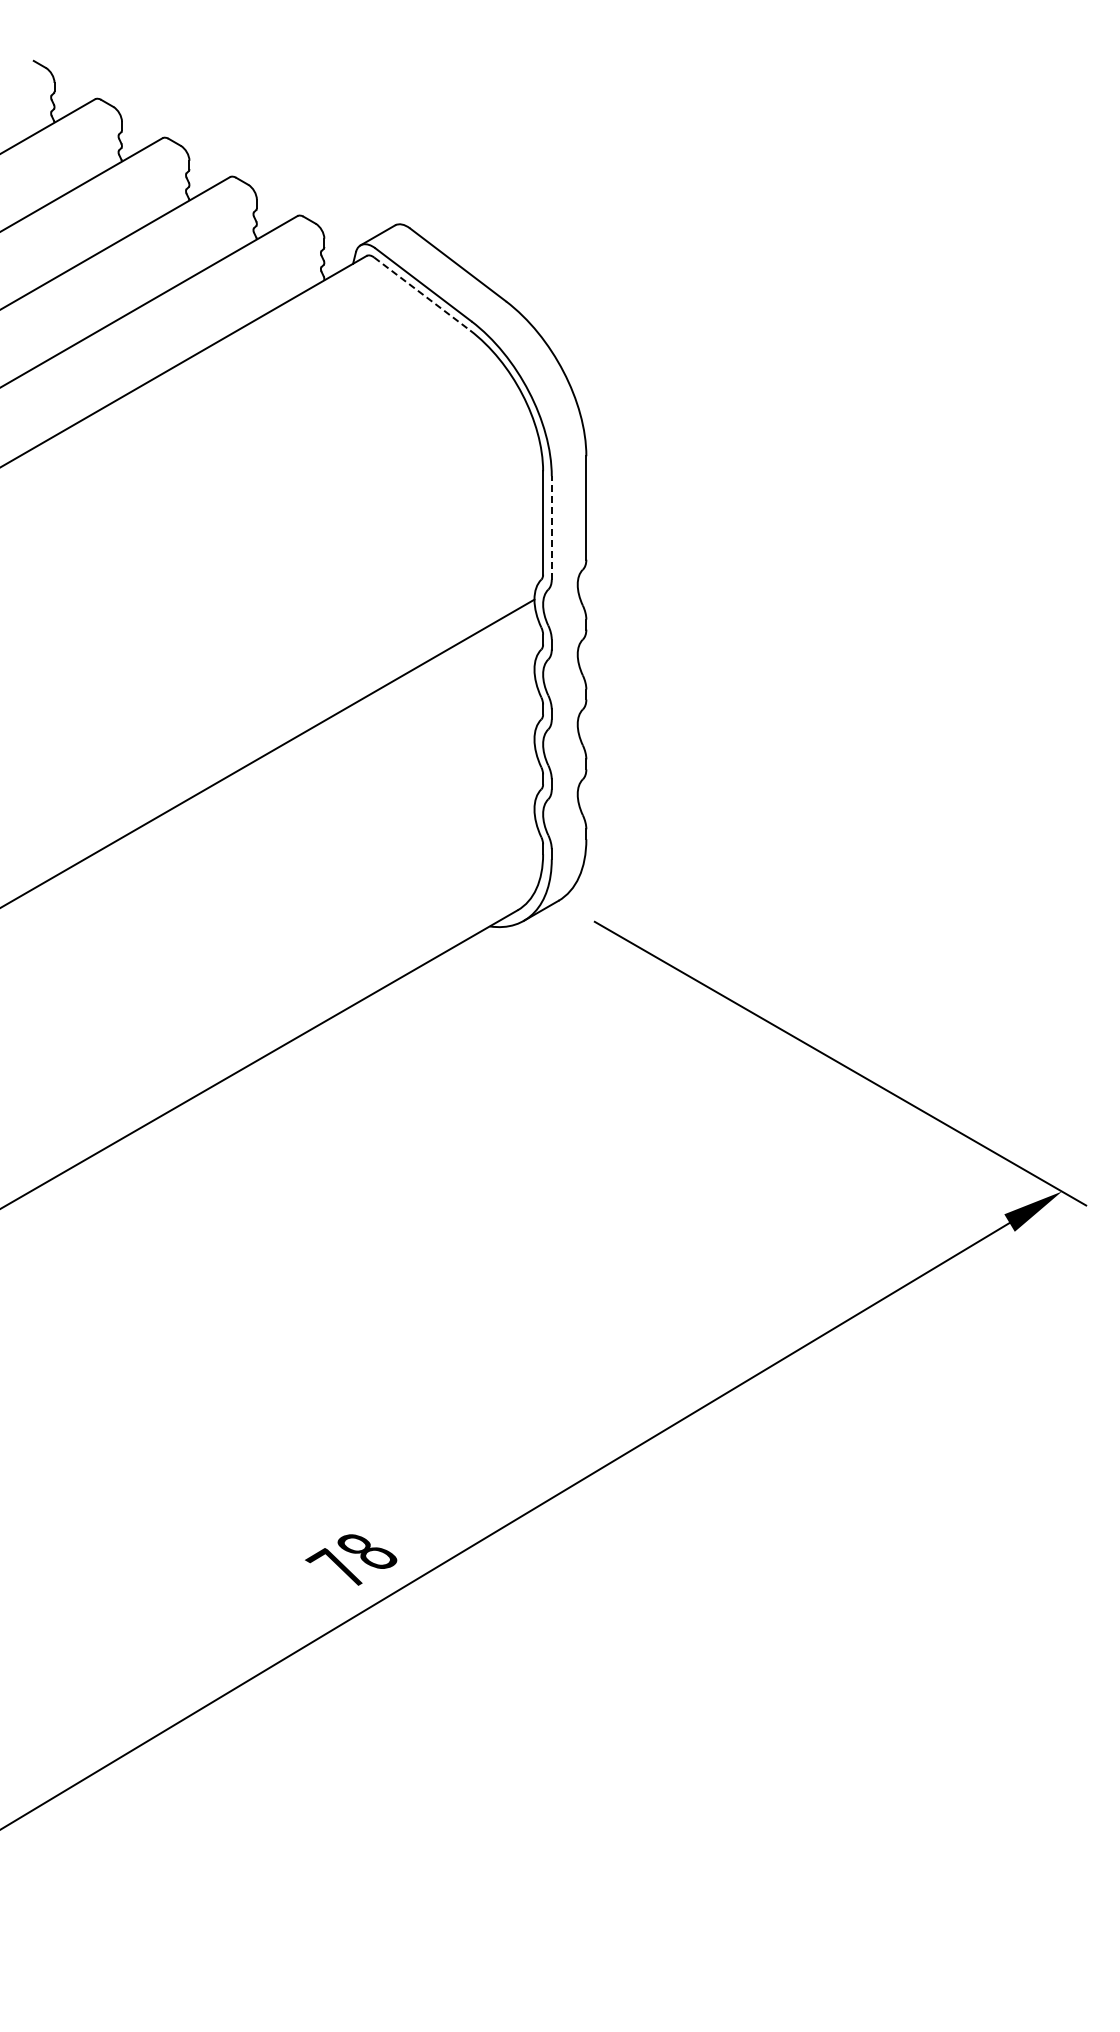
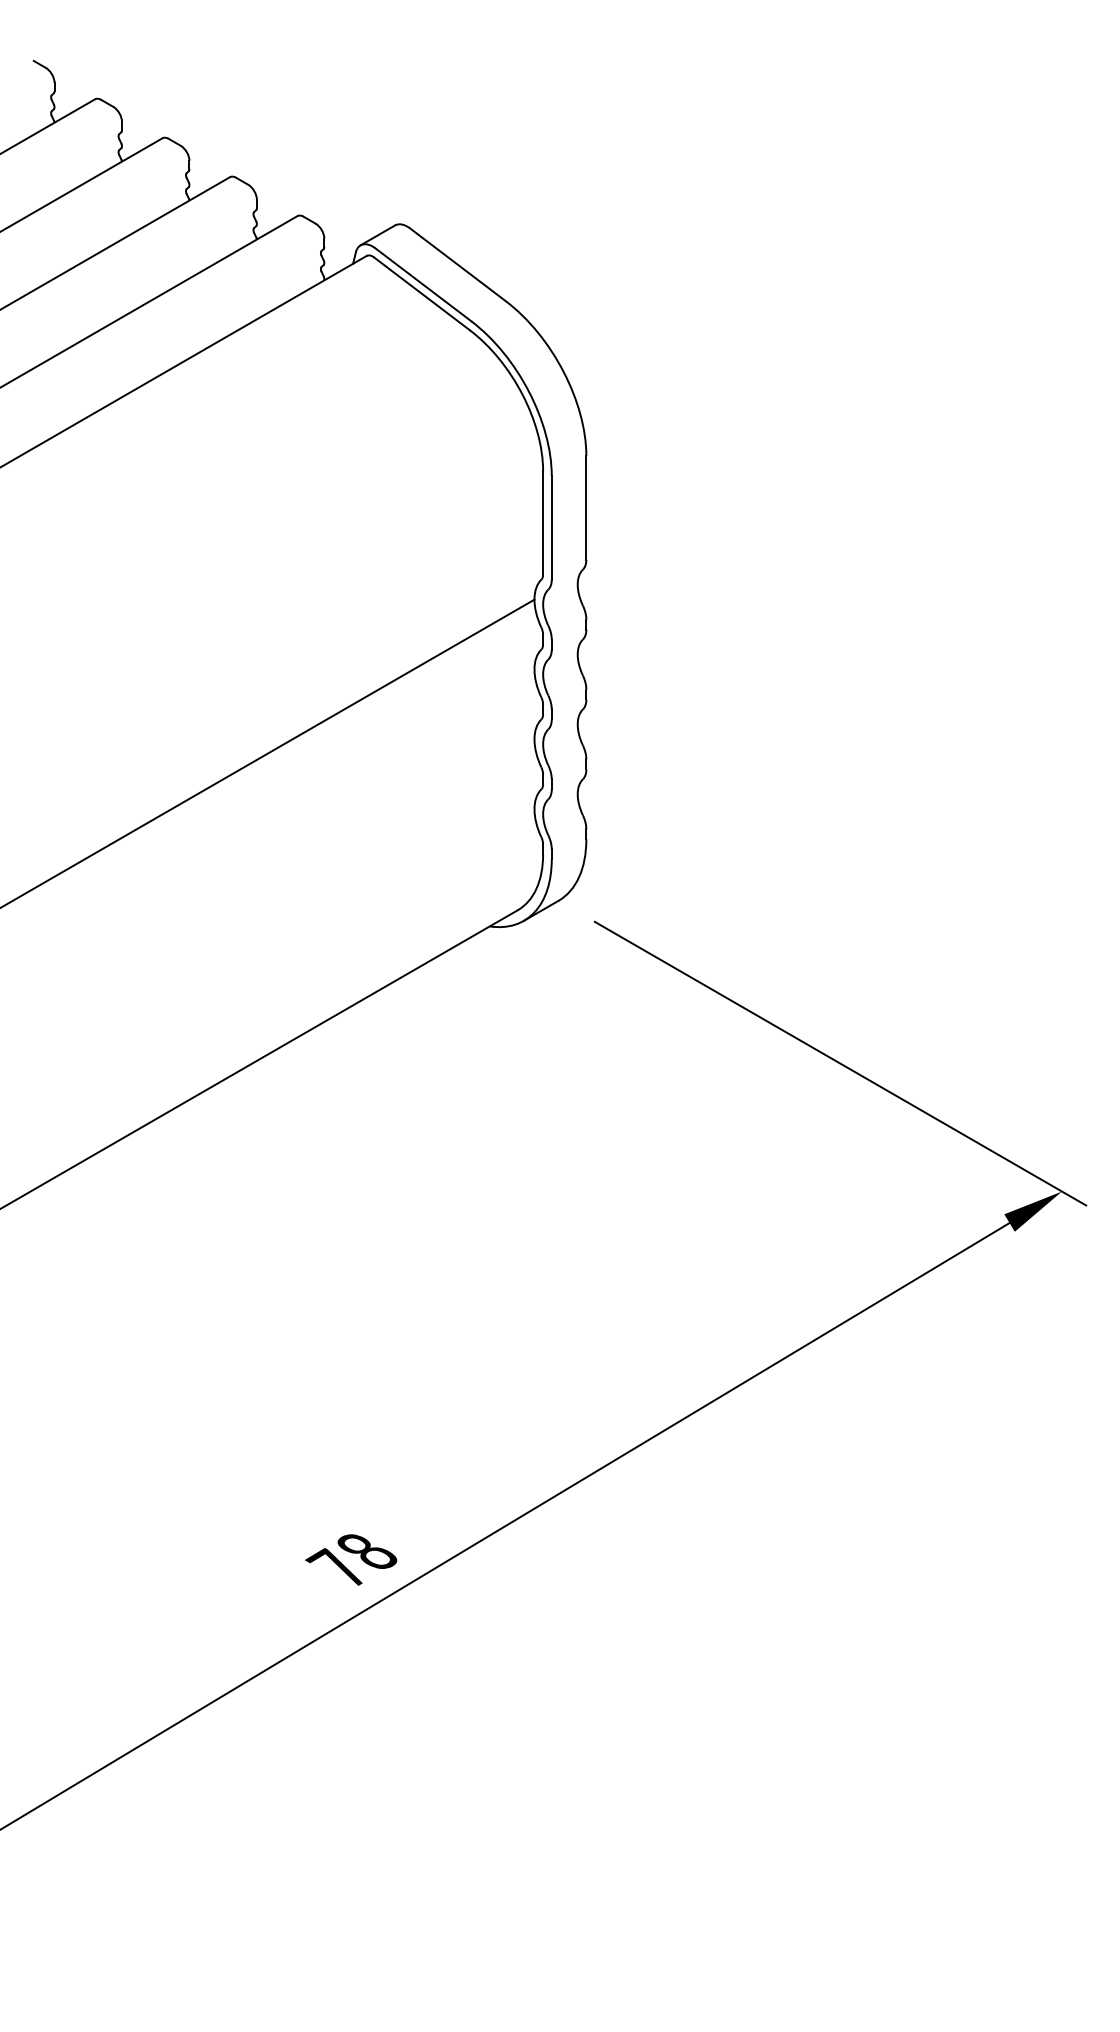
line at (422, 294): dashed -> solid
line at (551, 527): dashed -> solid
